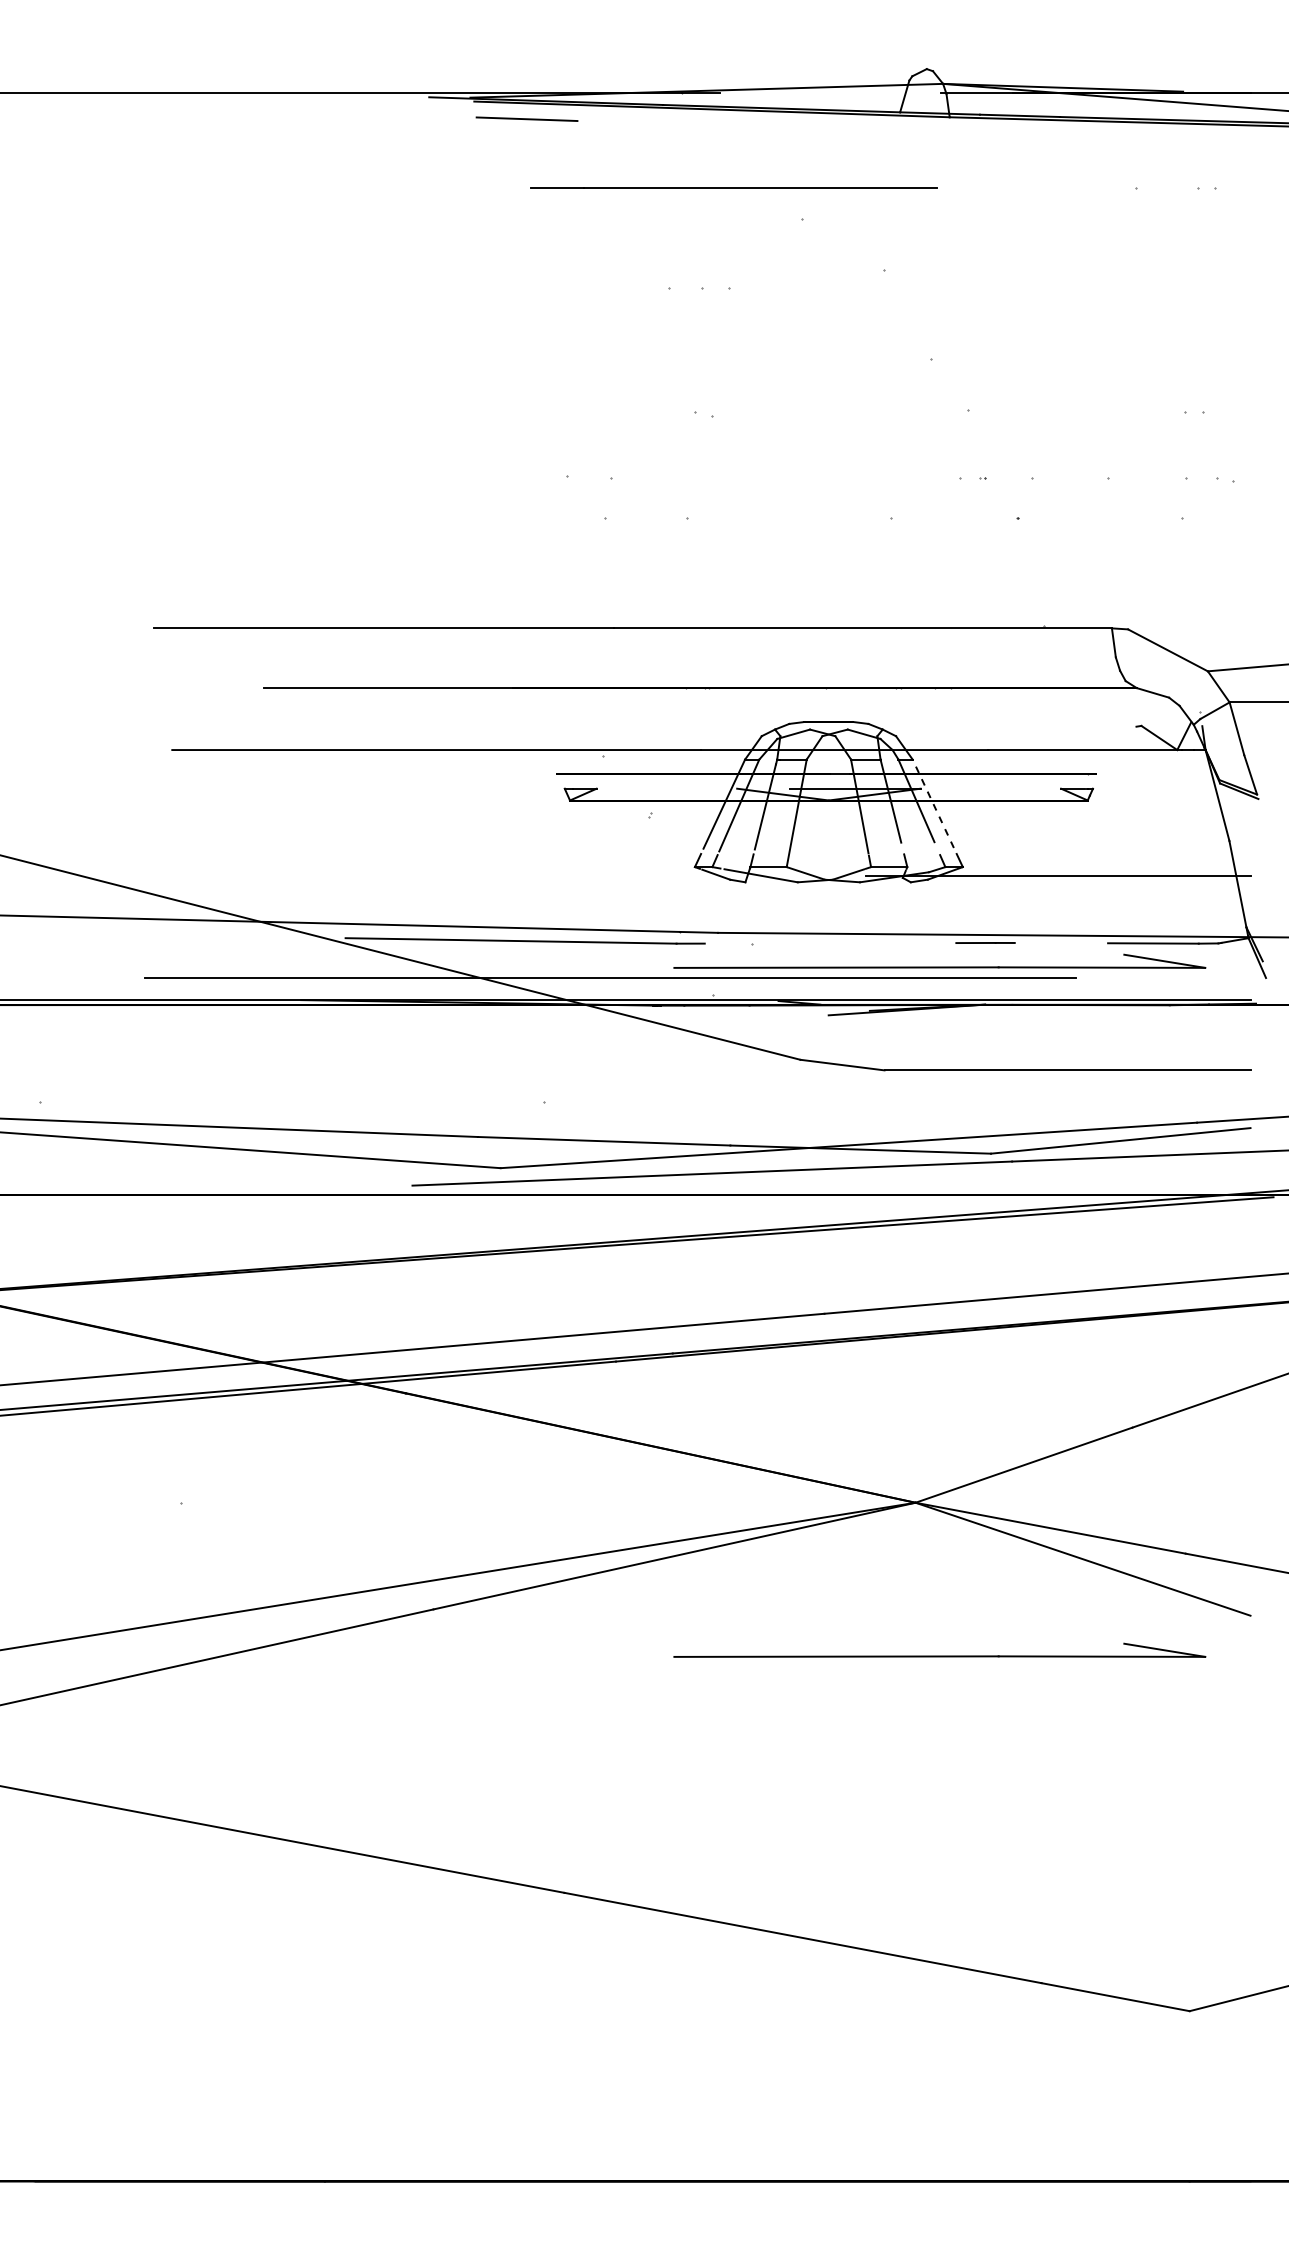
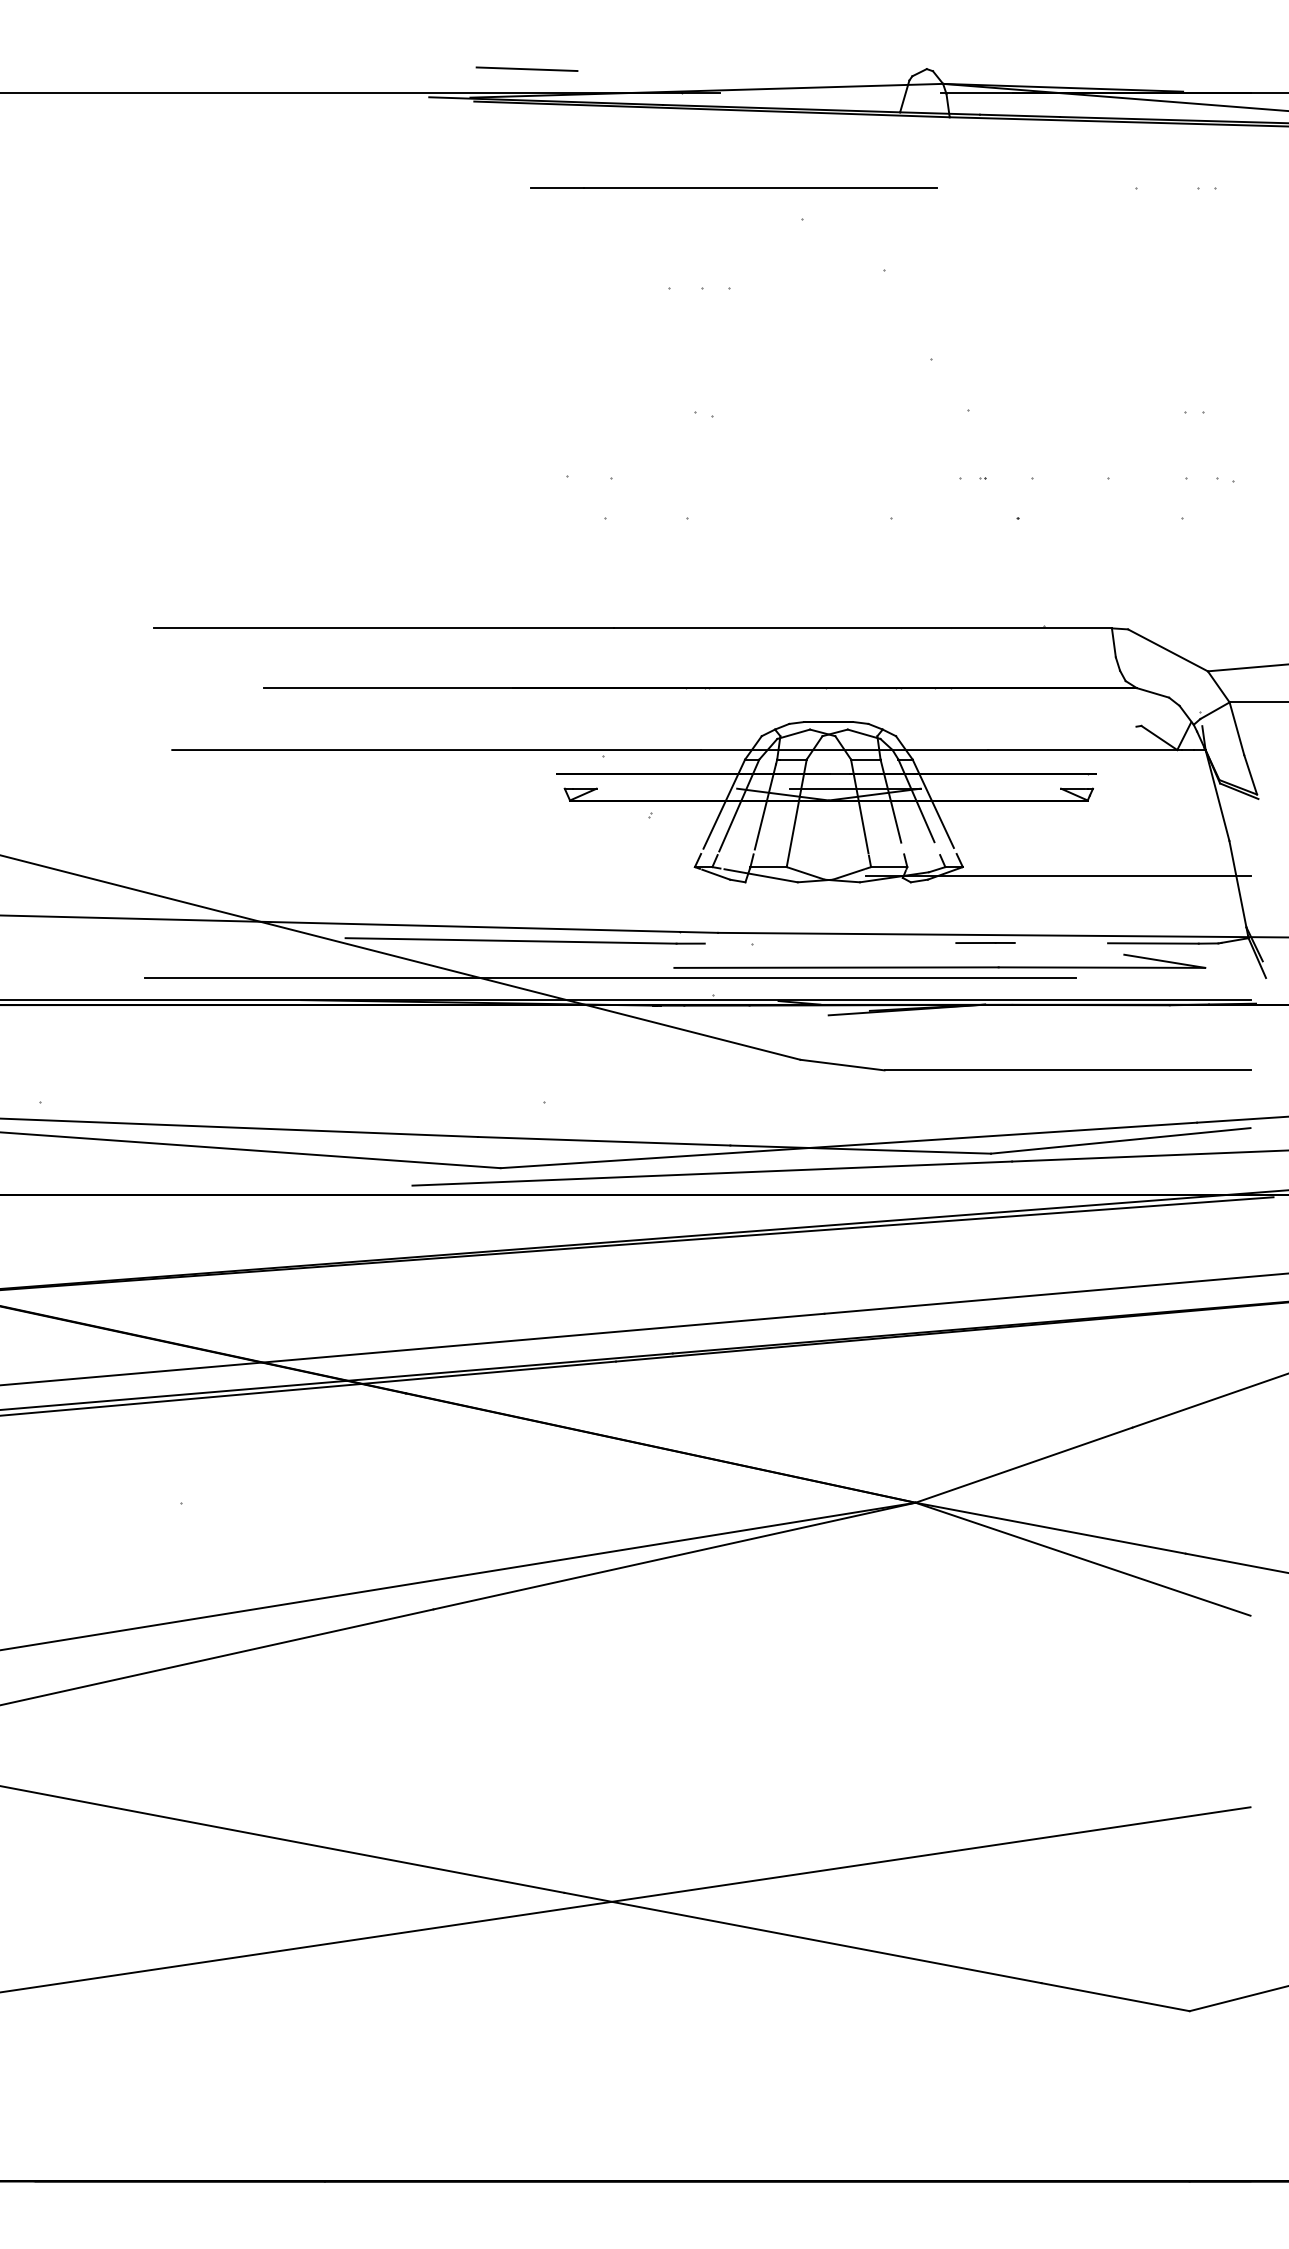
line at (526, 118) position: (526, 118) -> (526, 68)
line at (933, 803): dashed -> solid
part at (939, 1649): present -> none
line at (626, 1899): none -> present
